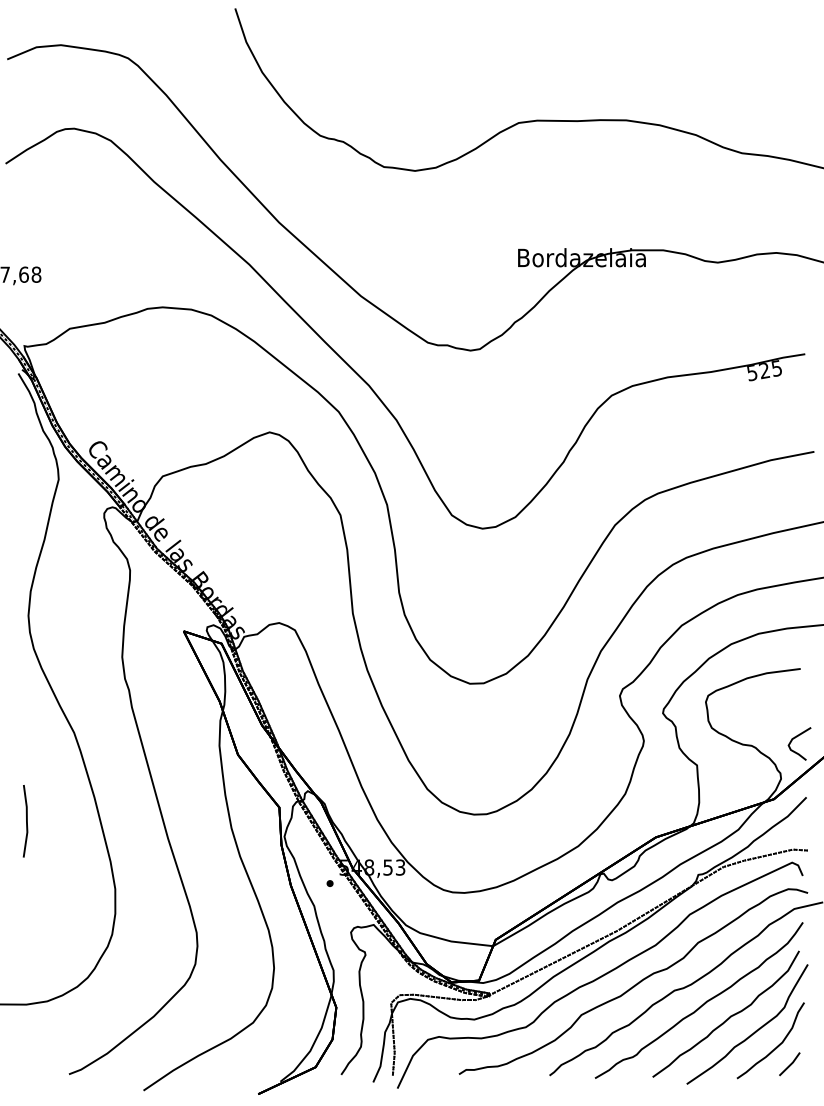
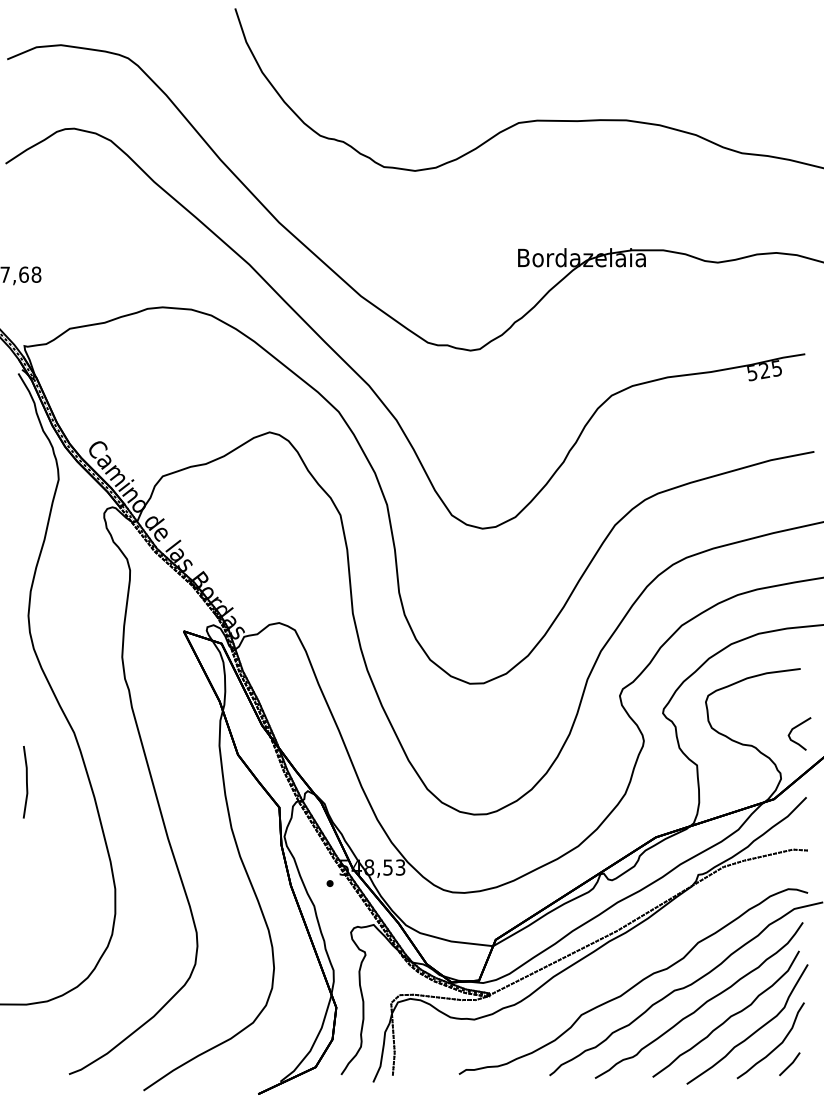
curve at (797, 737) position: (797, 737) -> (797, 727)
line at (26, 821) position: (26, 821) -> (26, 782)
curve at (601, 975): present -> none
